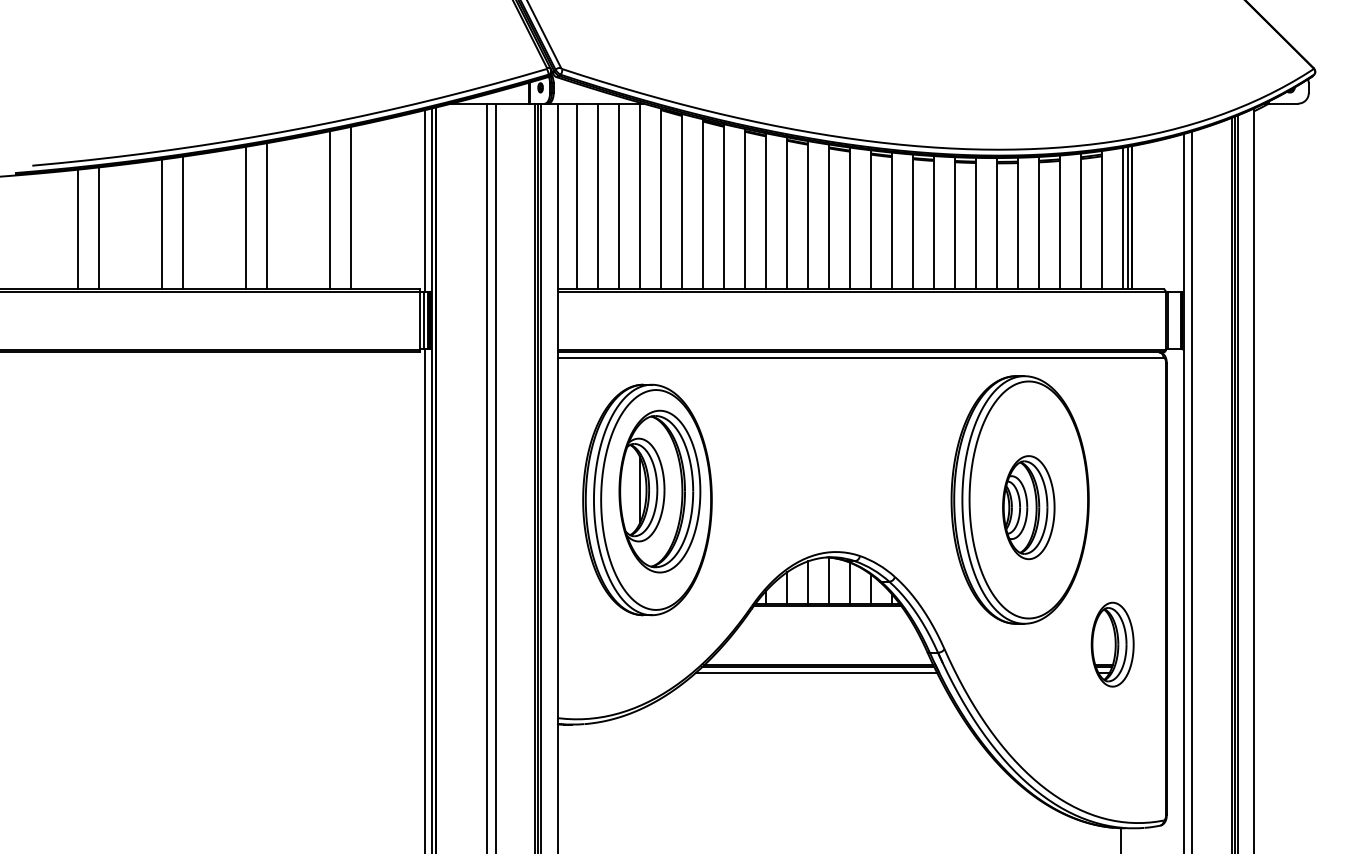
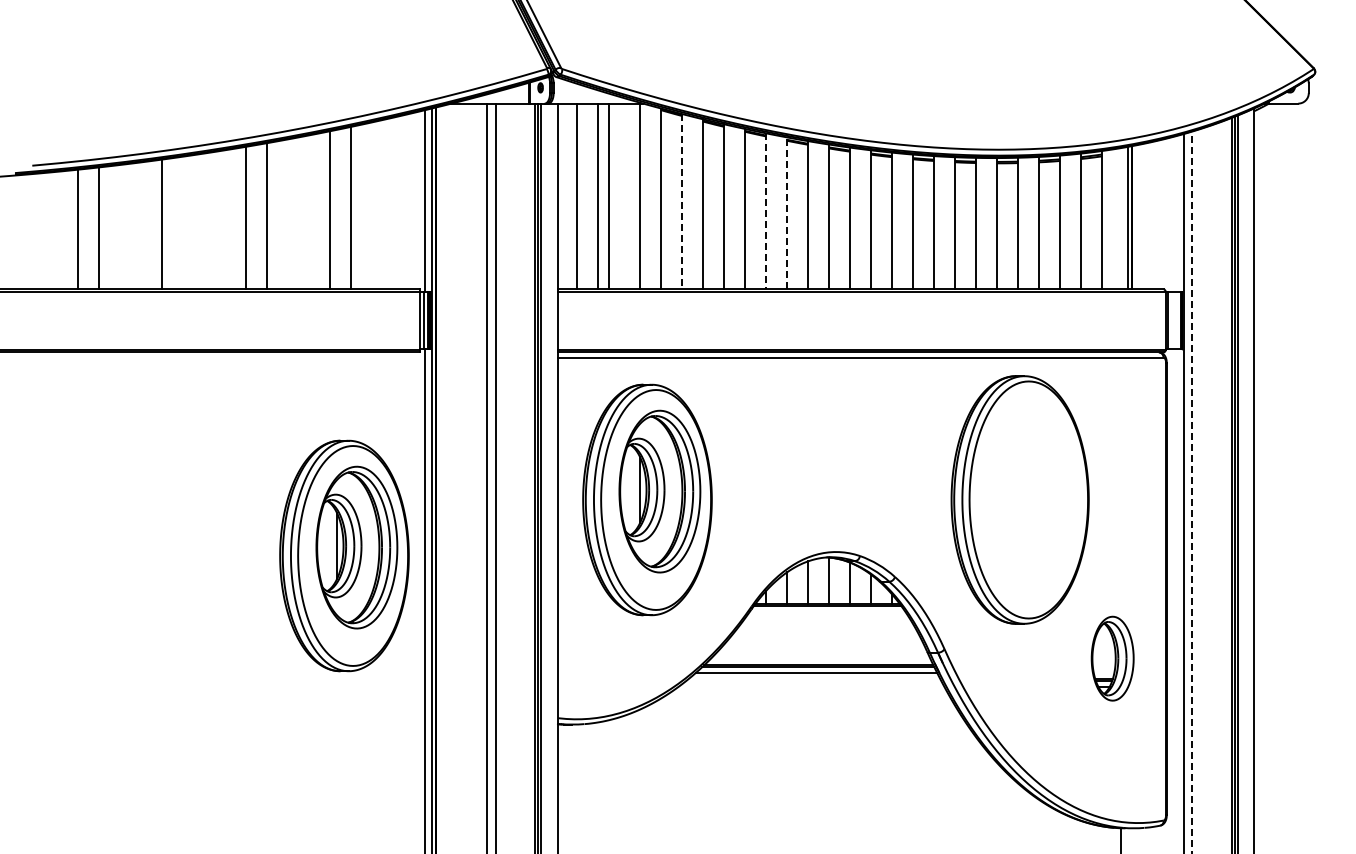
line at (619, 196) position: (619, 196) -> (609, 196)
line at (682, 201): solid -> dashed
line at (766, 211): solid -> dashed
line at (787, 212): solid -> dashed
line at (1123, 218): present -> none
line at (183, 222): present -> none
line at (1192, 492): solid -> dashed
part at (1028, 507): present -> none
part at (344, 555): none -> present
part at (1112, 644) position: (1112, 644) -> (1112, 658)
